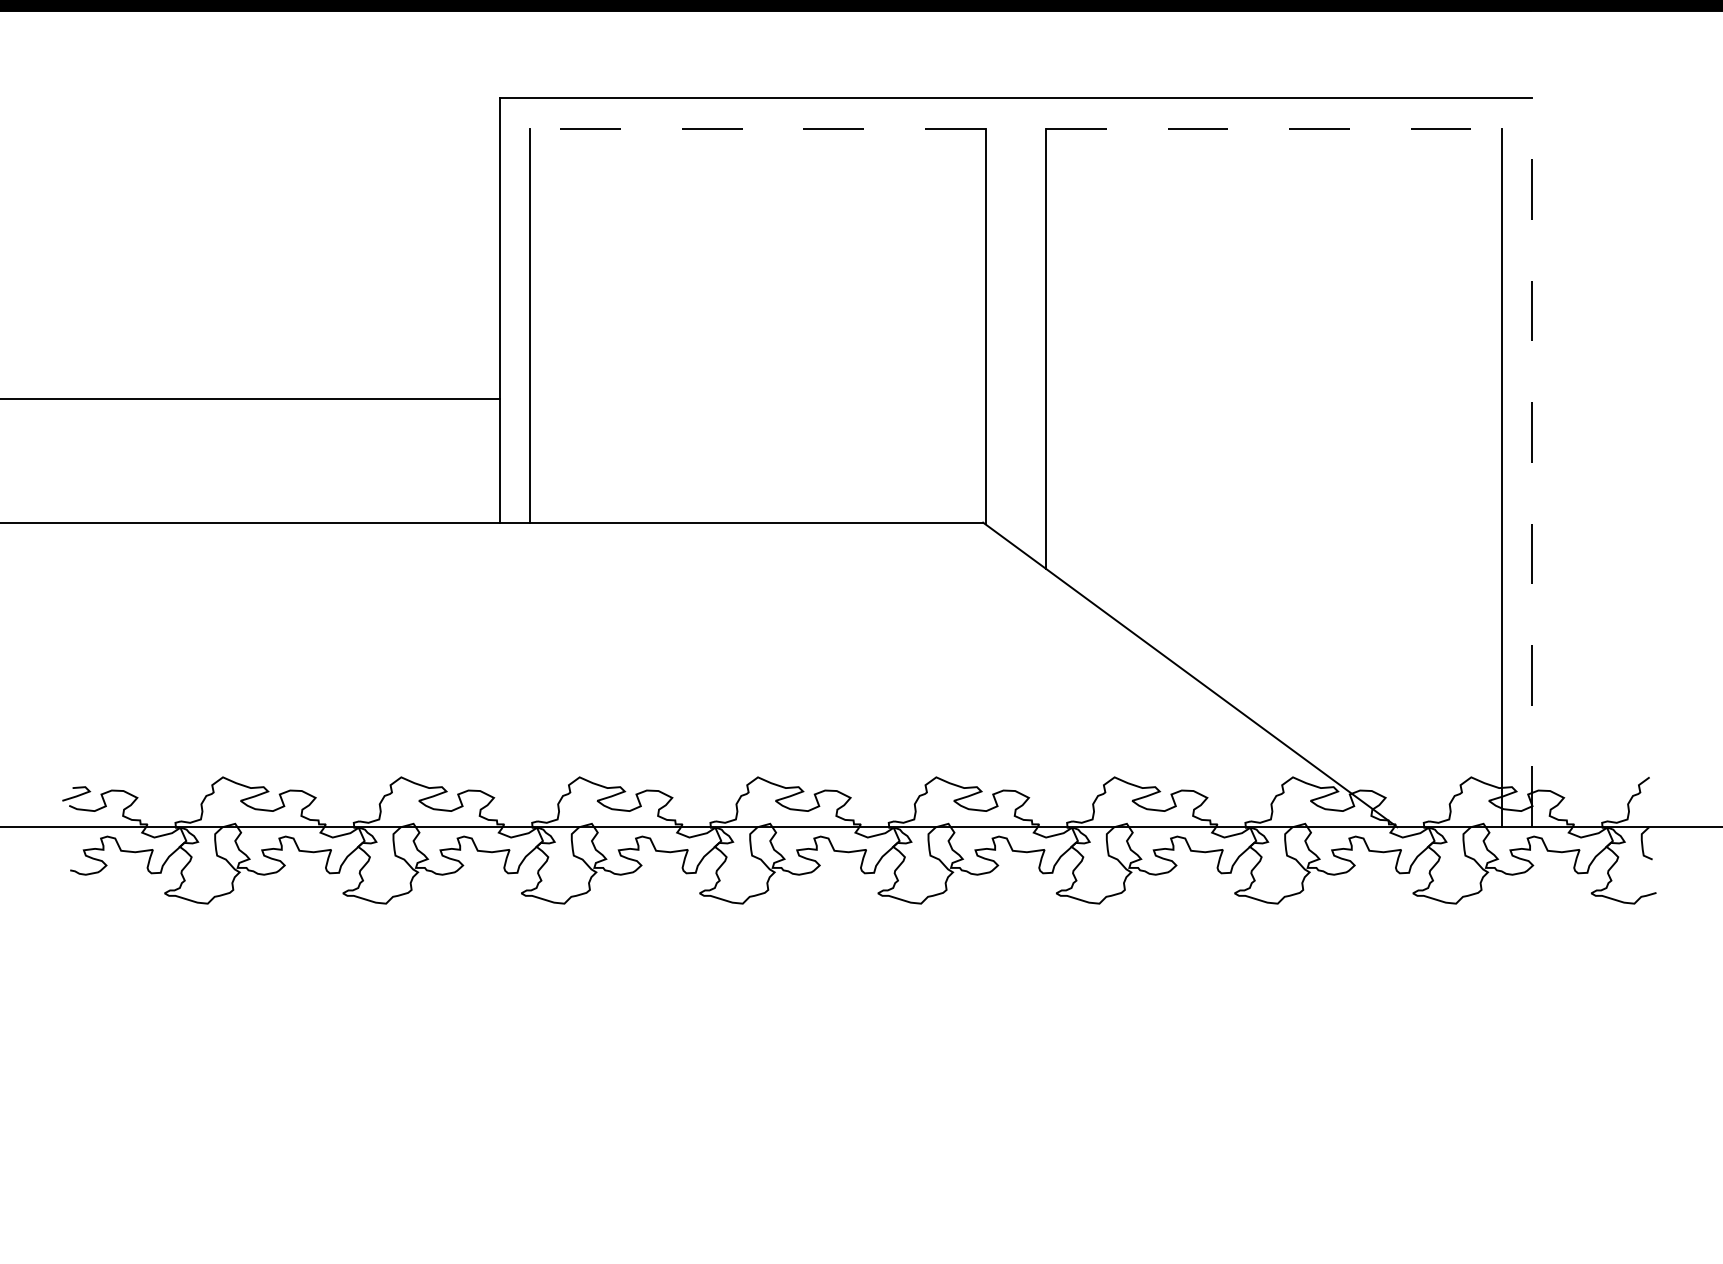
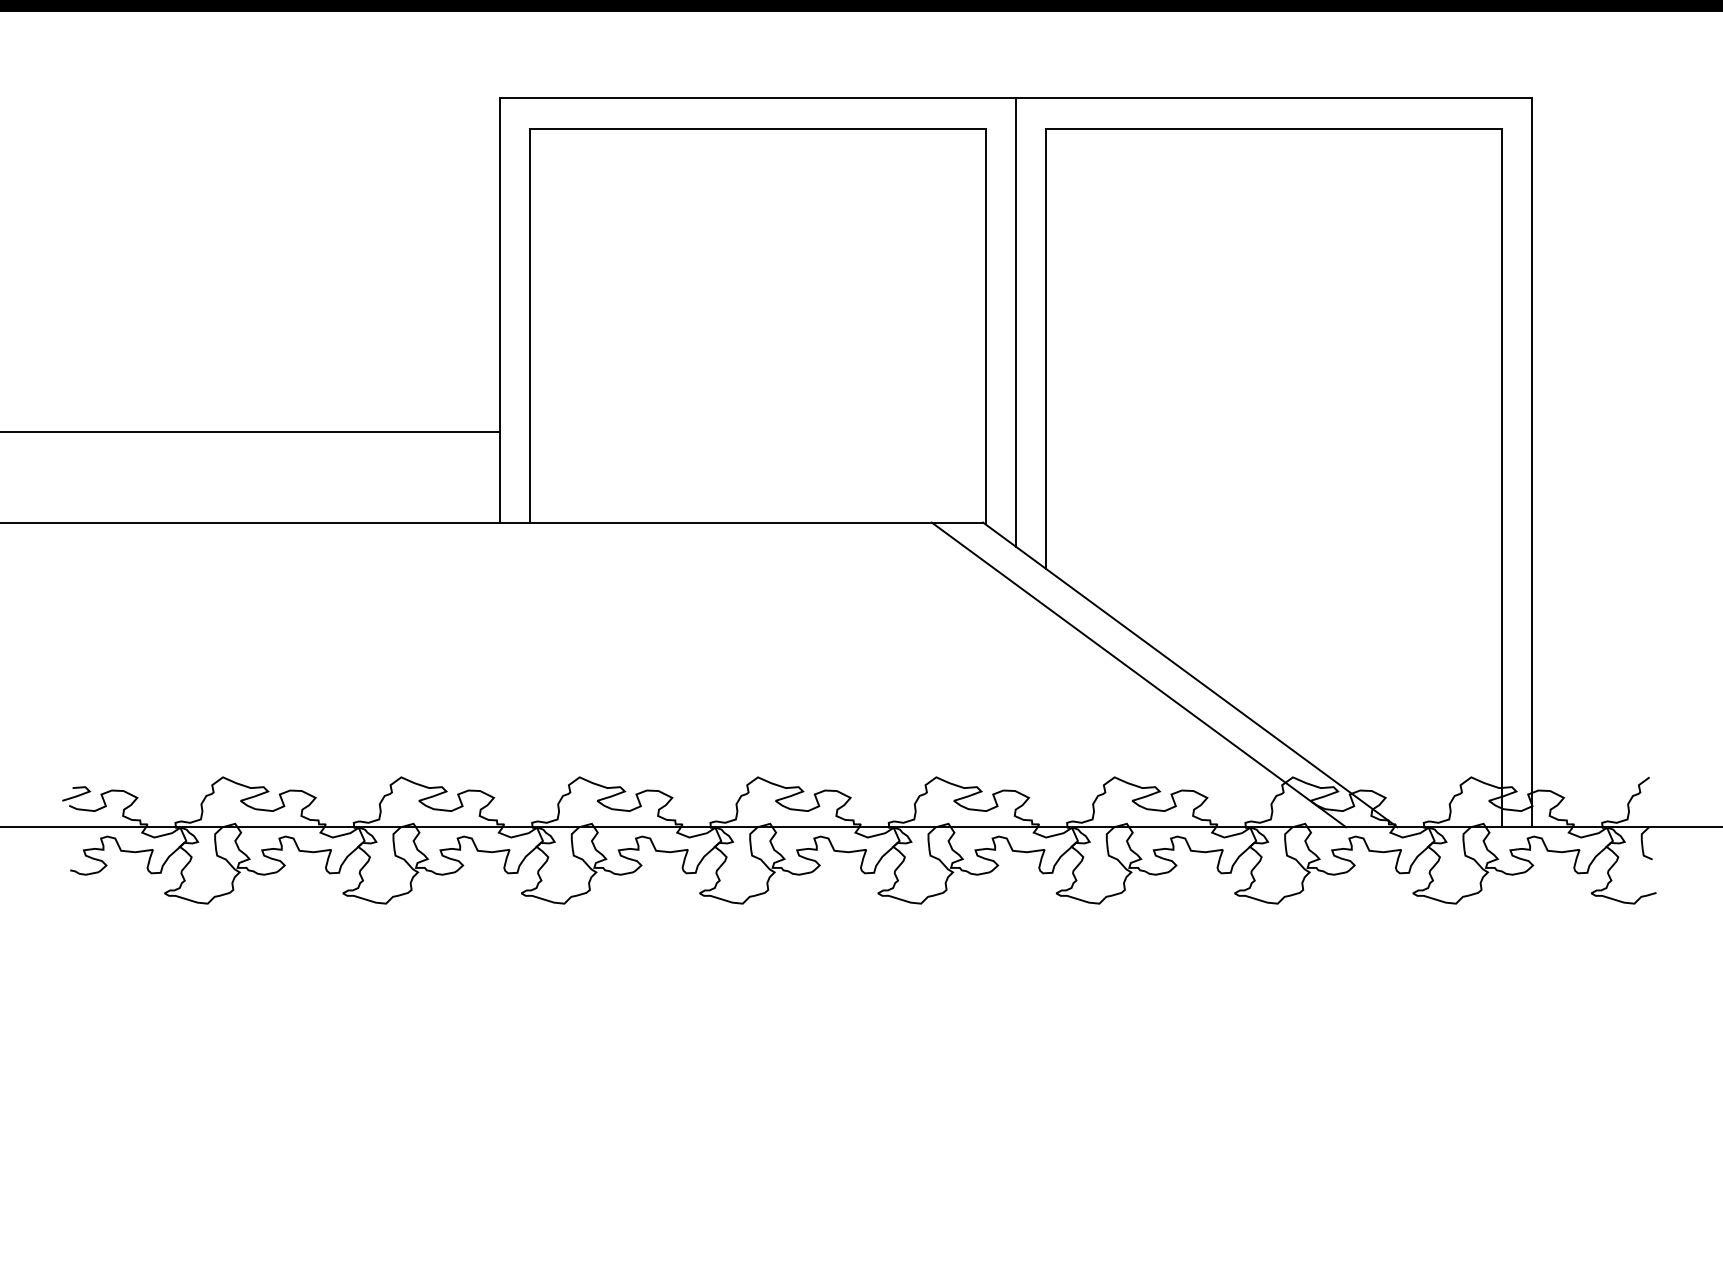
line at (757, 128): dashed -> solid
line at (1274, 128): dashed -> solid
line at (1015, 322): none -> present
line at (250, 398) position: (250, 398) -> (250, 431)
line at (1532, 462): dashed -> solid
line at (1138, 674): none -> present
